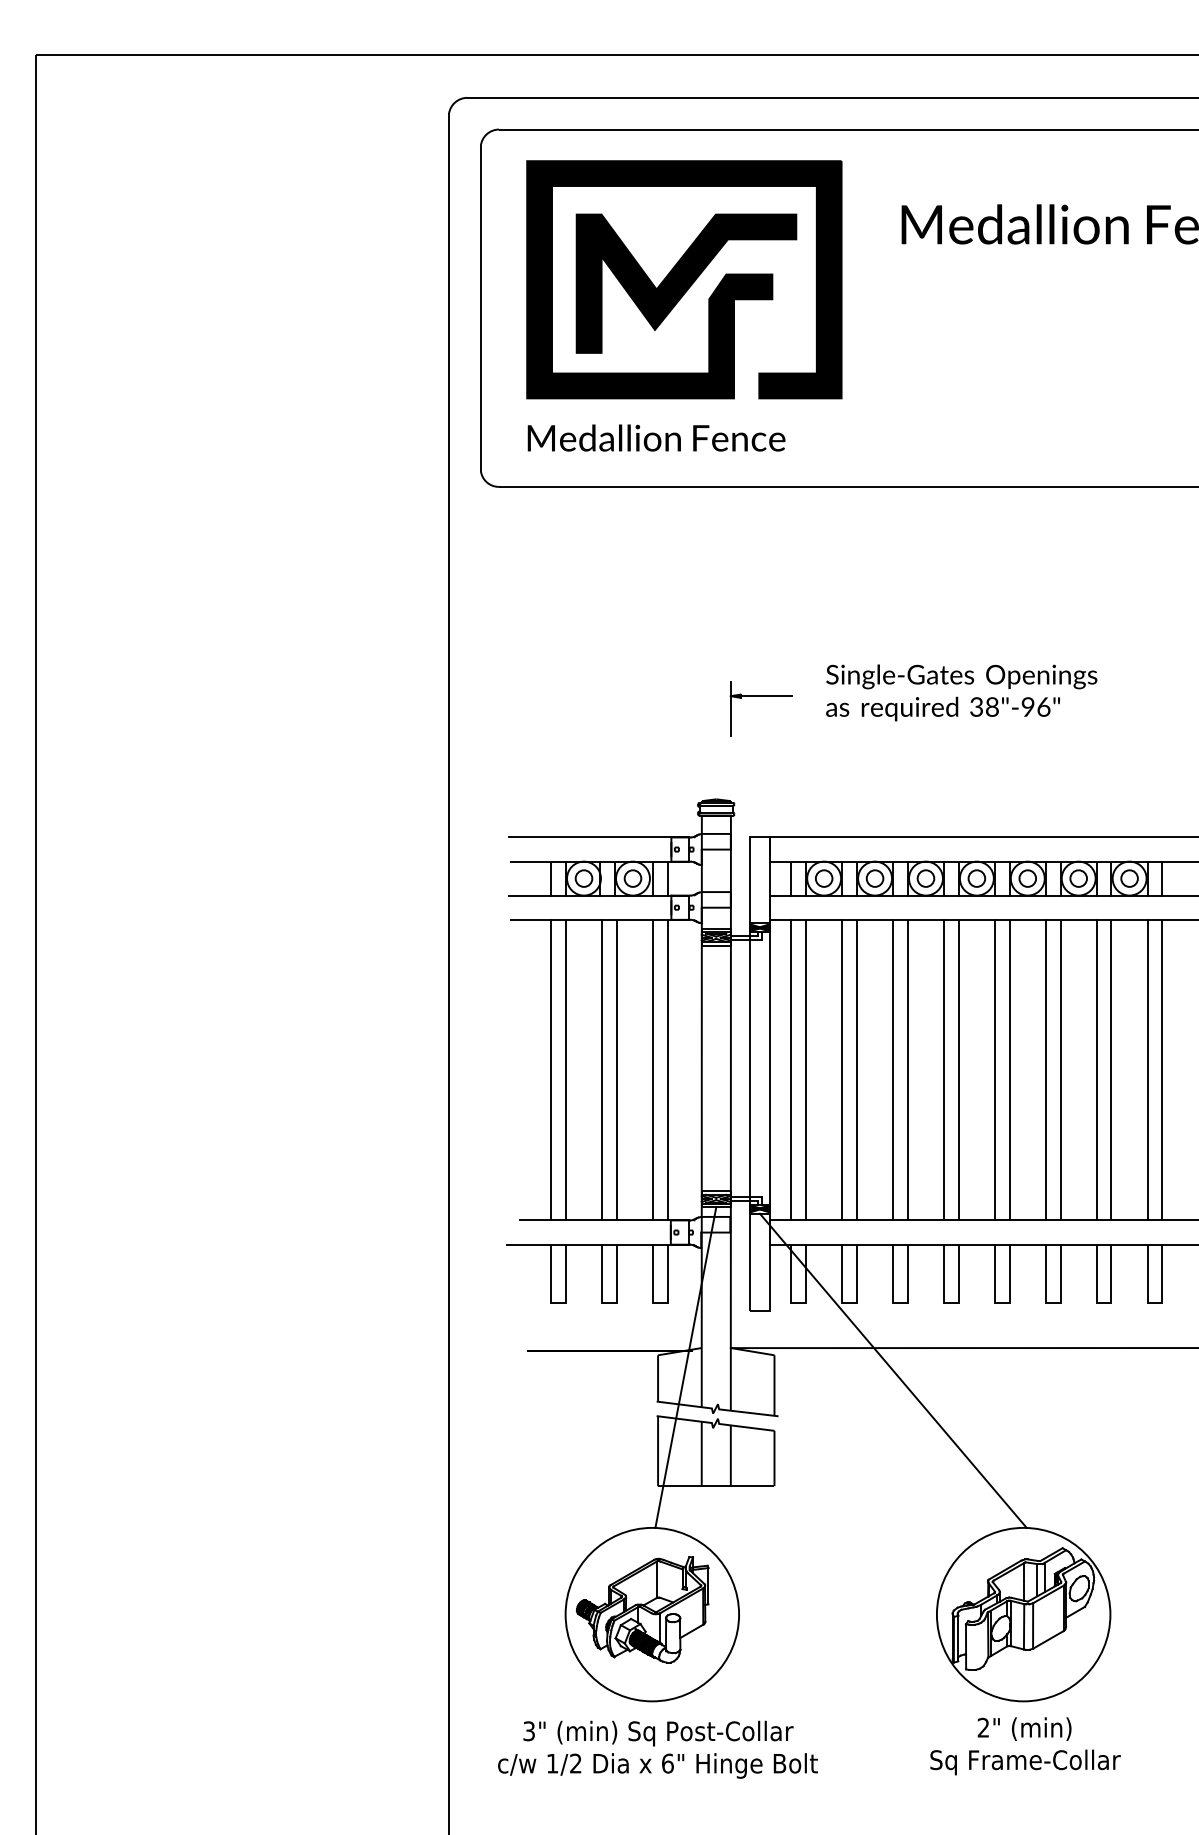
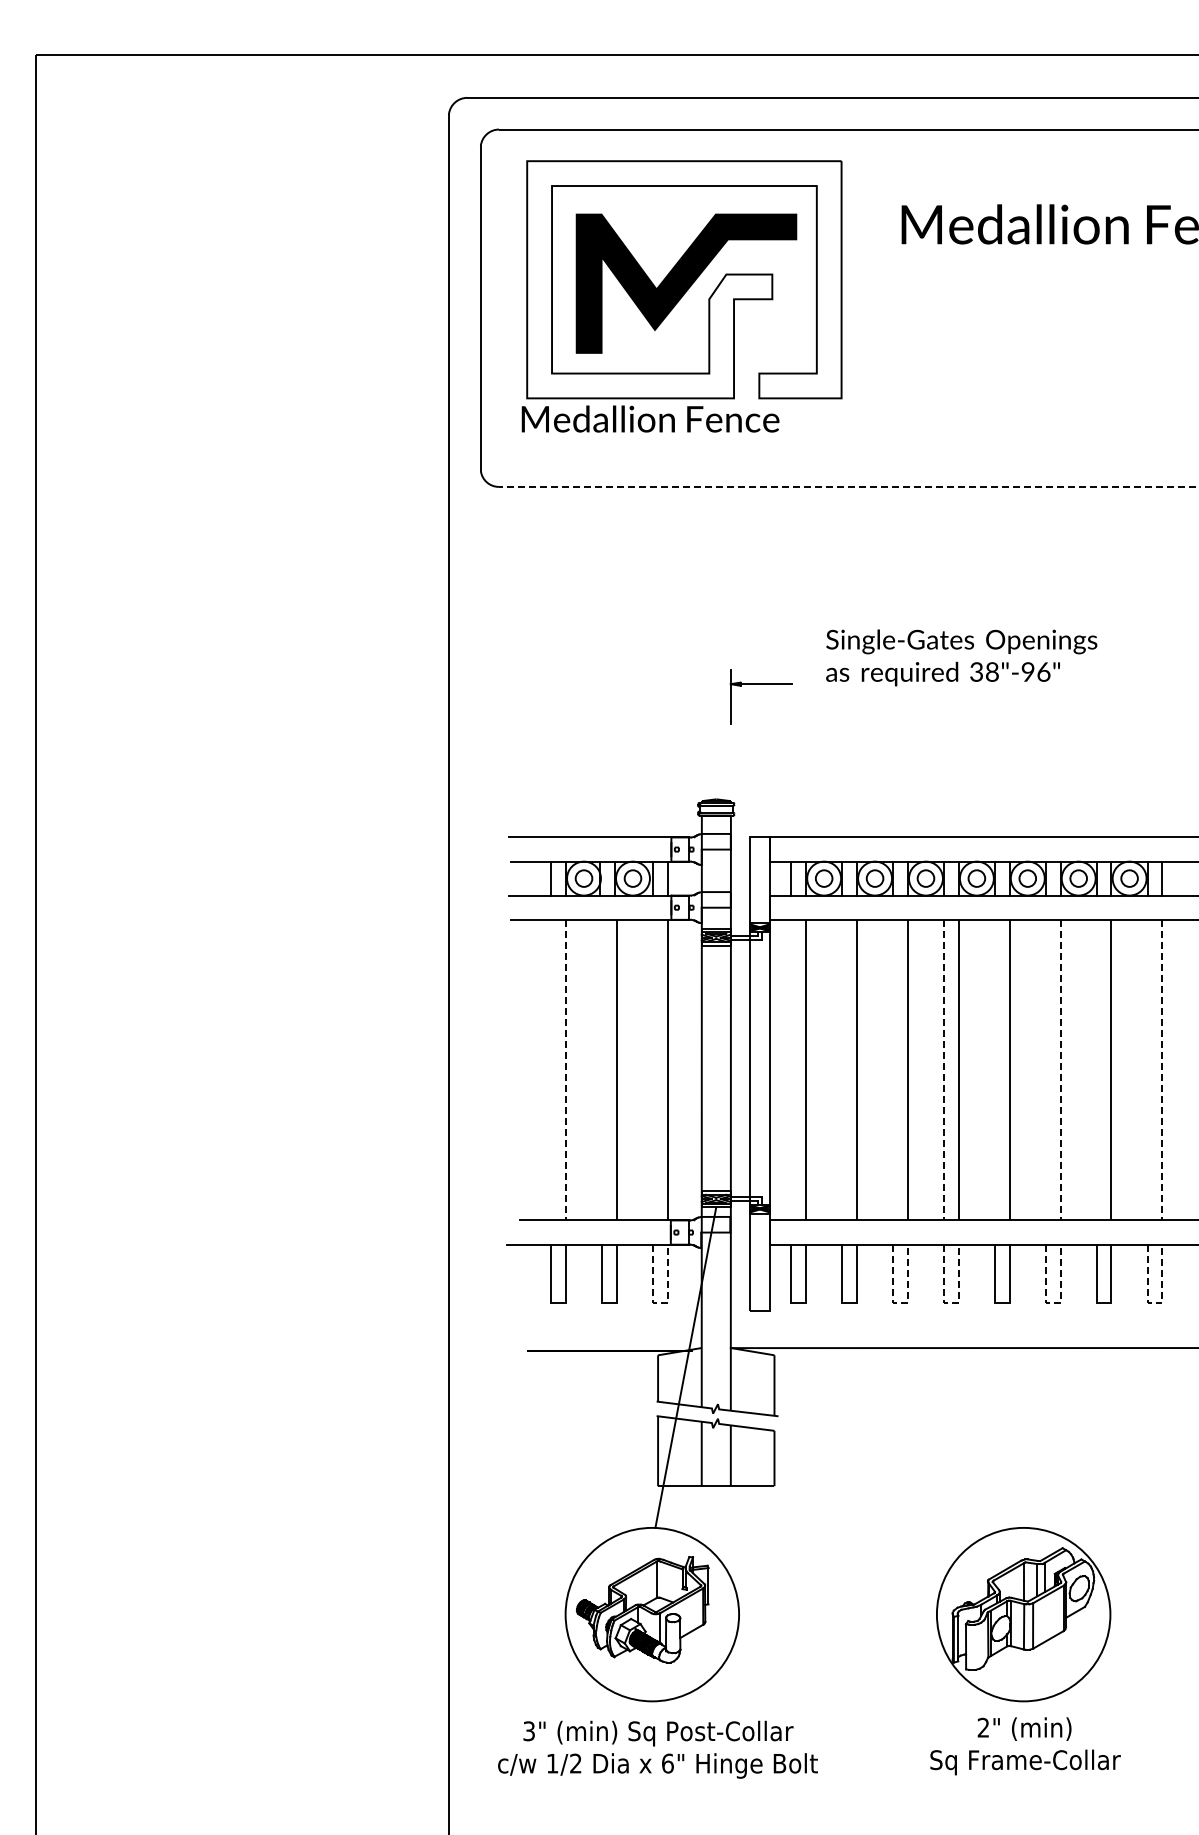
fill at (684, 279): present -> none
text at (656, 437) position: (656, 437) -> (650, 418)
line at (848, 486): solid -> dashed
text at (961, 692) position: (961, 692) -> (961, 657)
part at (760, 696) position: (760, 696) -> (760, 684)
line at (551, 1069): present -> none
line at (602, 1069): present -> none
line at (653, 1069): present -> none
line at (791, 1069): present -> none
line at (842, 1069): present -> none
line at (893, 1069): present -> none
line at (995, 1069): present -> none
line at (1045, 1069): present -> none
line at (1096, 1069): present -> none
line at (1147, 1069): present -> none
line at (565, 1070): solid -> dashed
line at (944, 1070): solid -> dashed
line at (1060, 1070): solid -> dashed
line at (1162, 1070): solid -> dashed
line at (660, 1302): solid -> dashed
line at (901, 1302): solid -> dashed
line at (951, 1302): solid -> dashed
line at (1053, 1302): solid -> dashed
line at (1155, 1302): solid -> dashed
line at (892, 1370): present -> none
